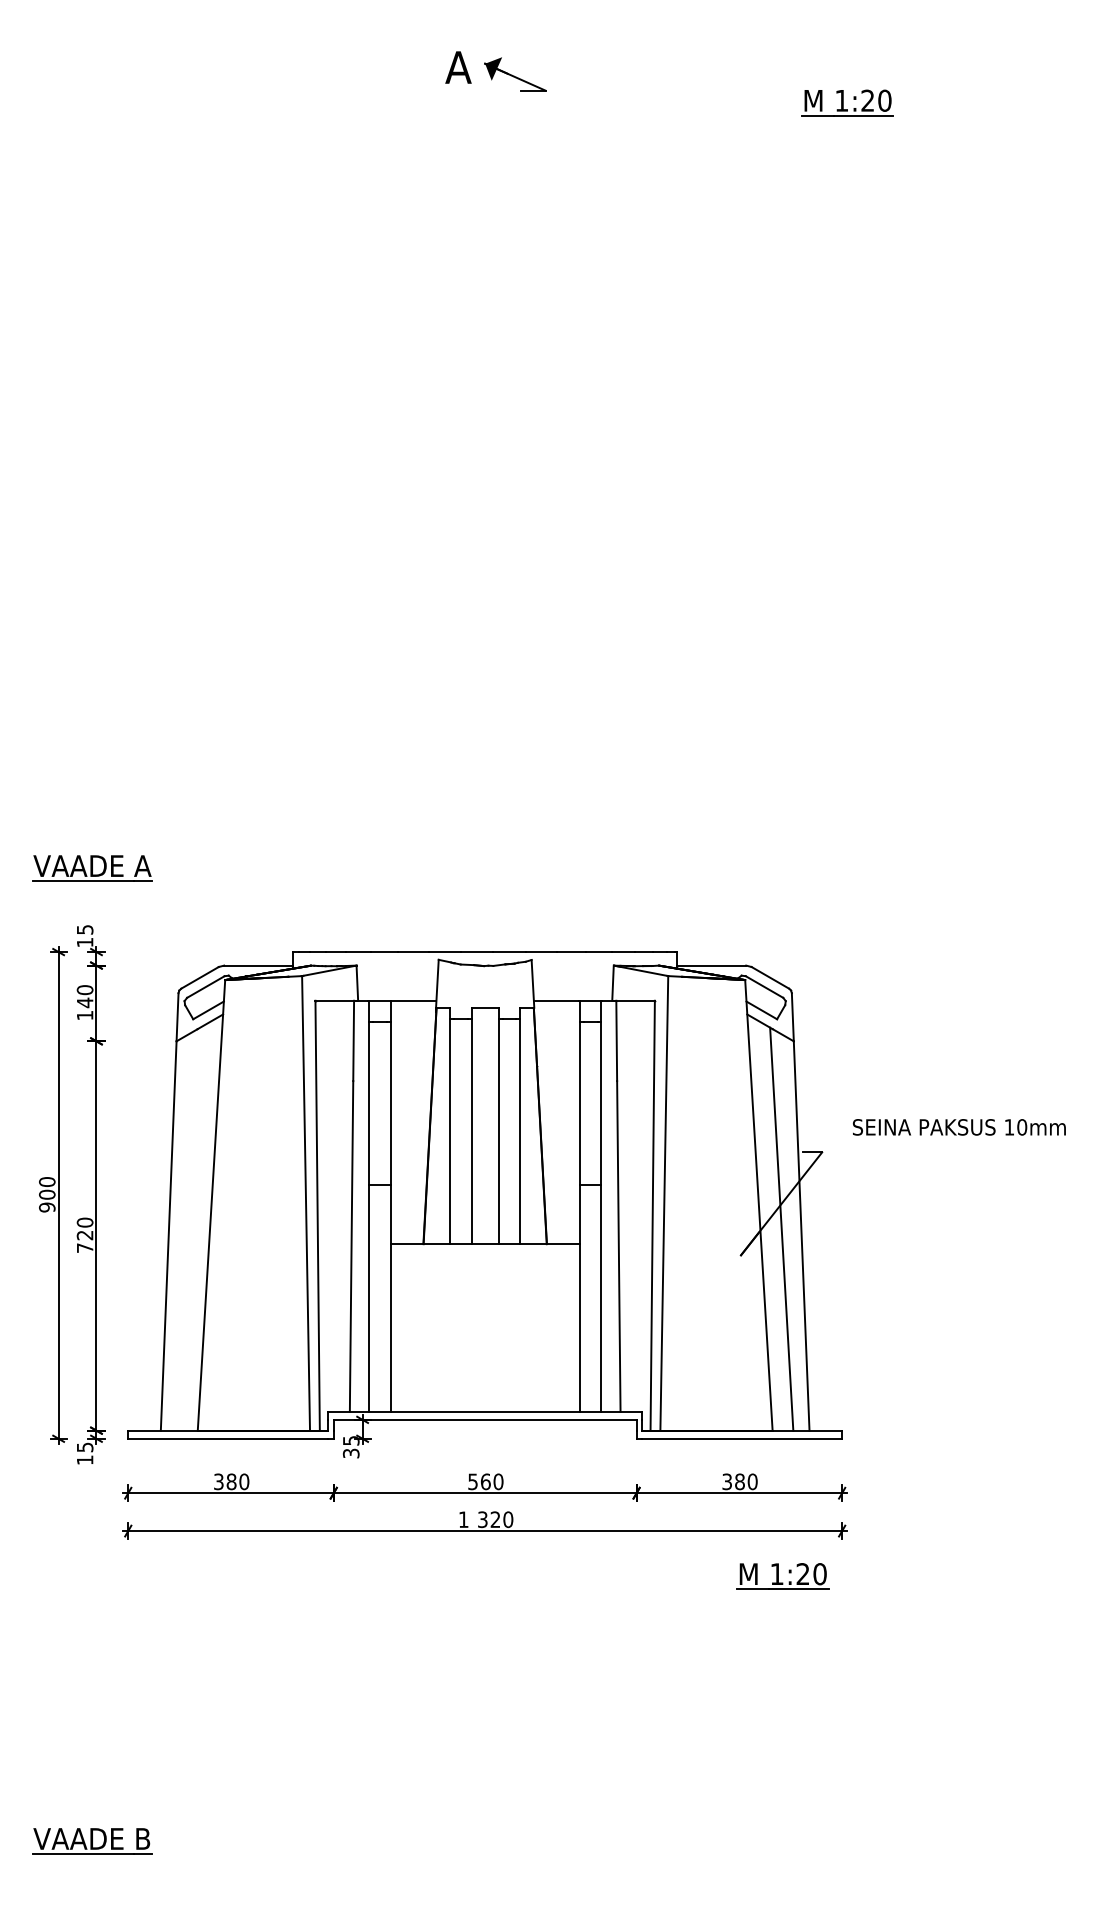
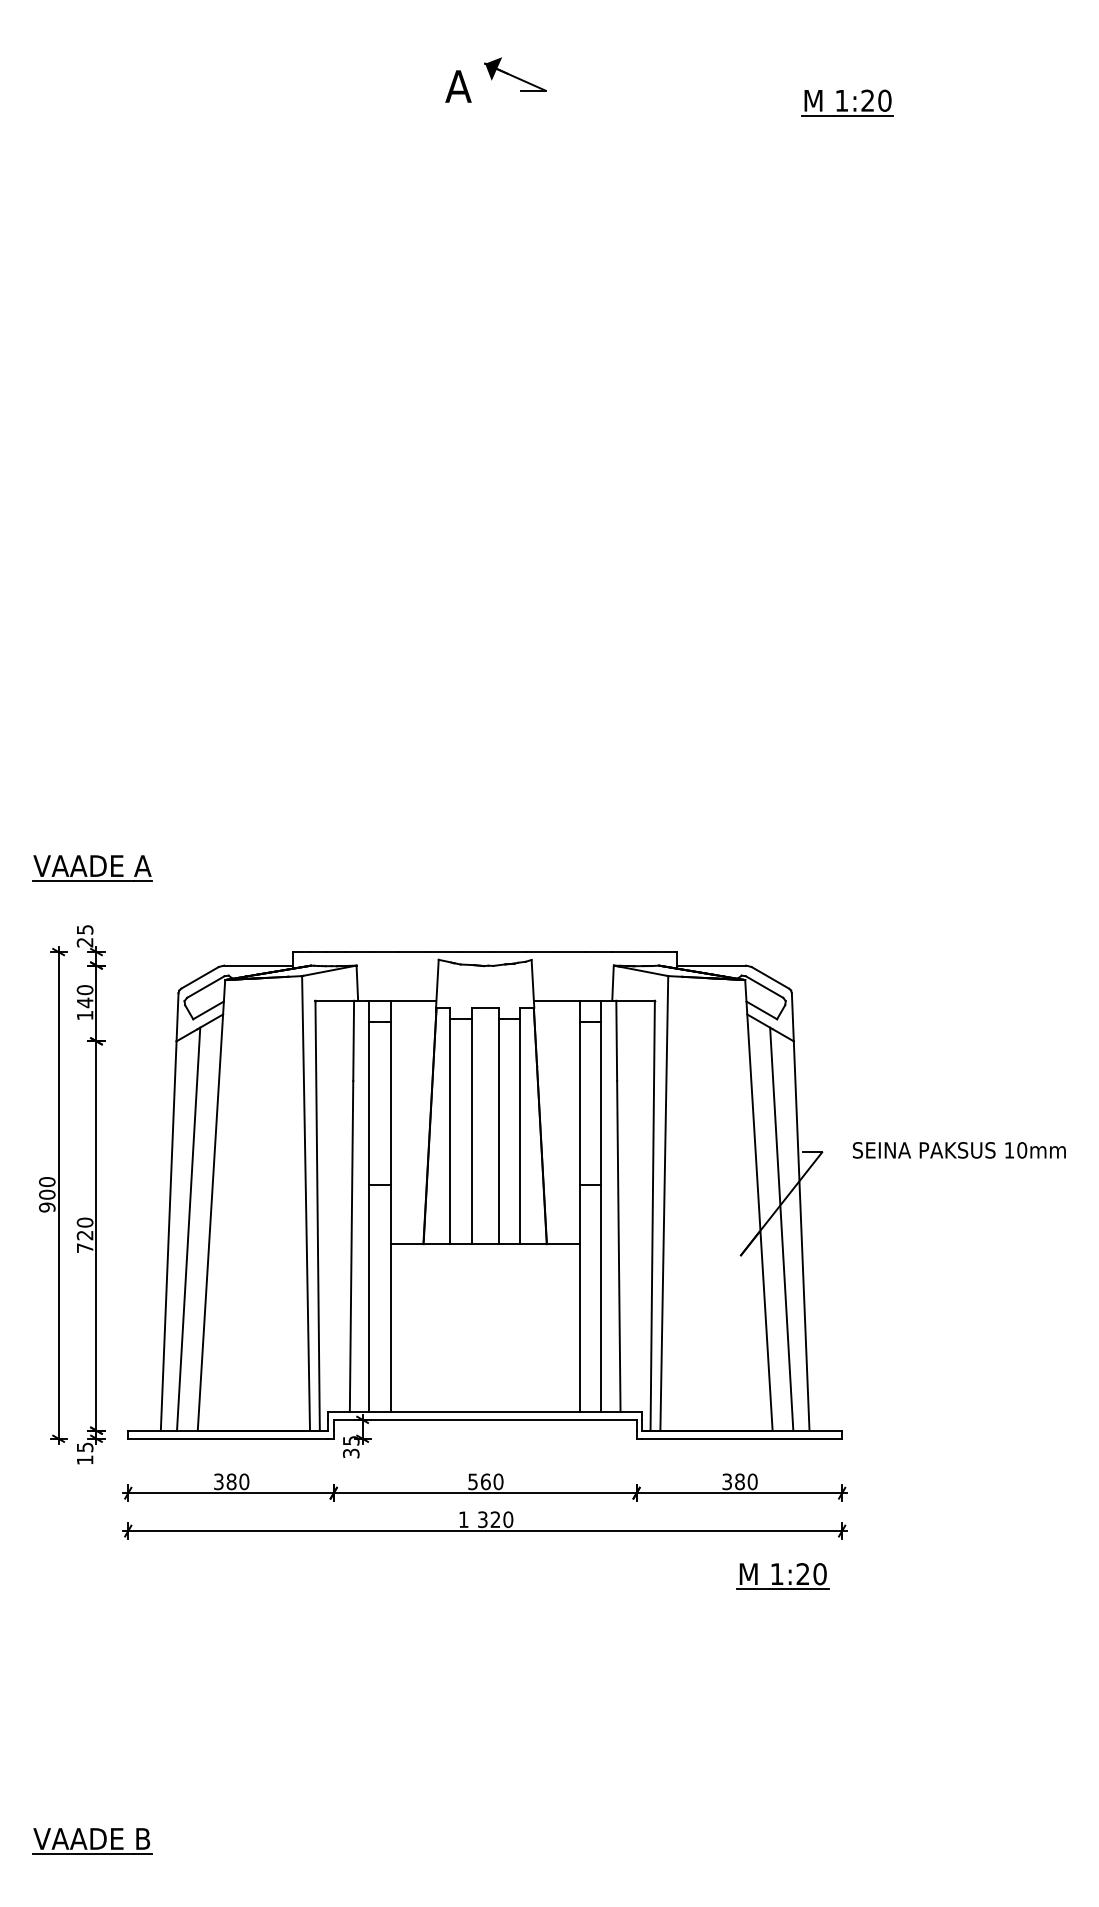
text at (458, 67) position: (458, 67) -> (458, 86)
text at (84, 942): 15 -> 25
text at (959, 1127) position: (959, 1127) -> (959, 1150)
line at (188, 1228): none -> present
